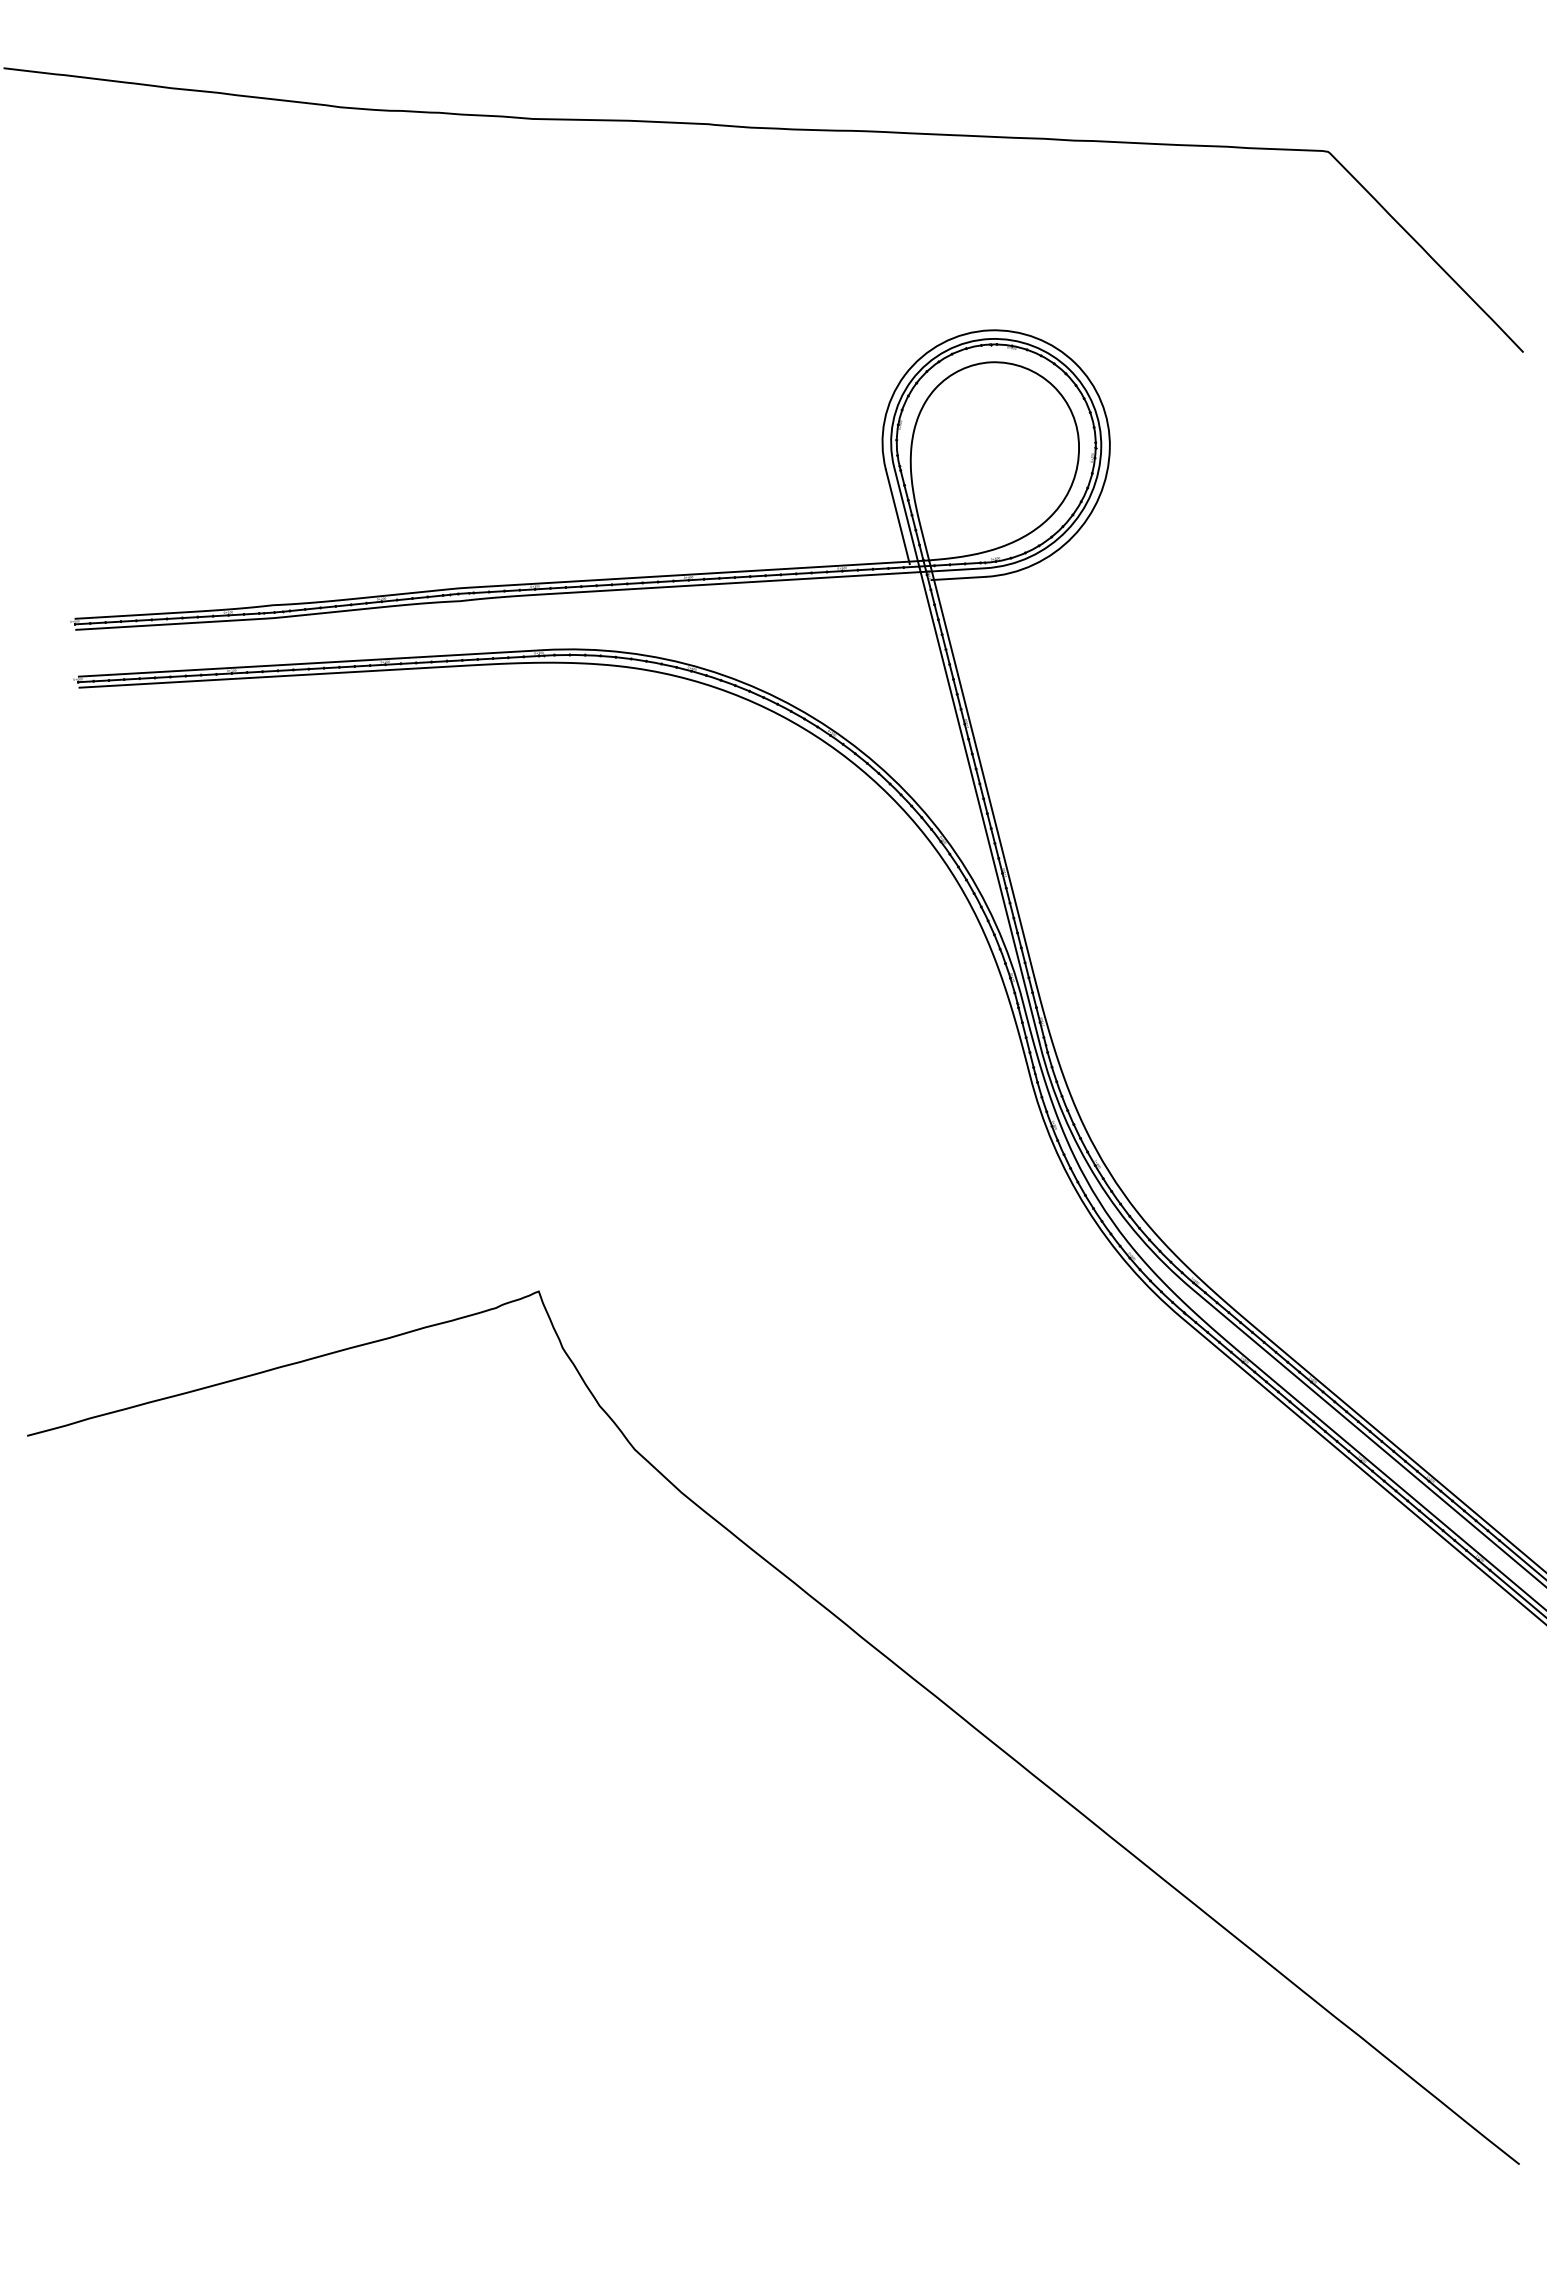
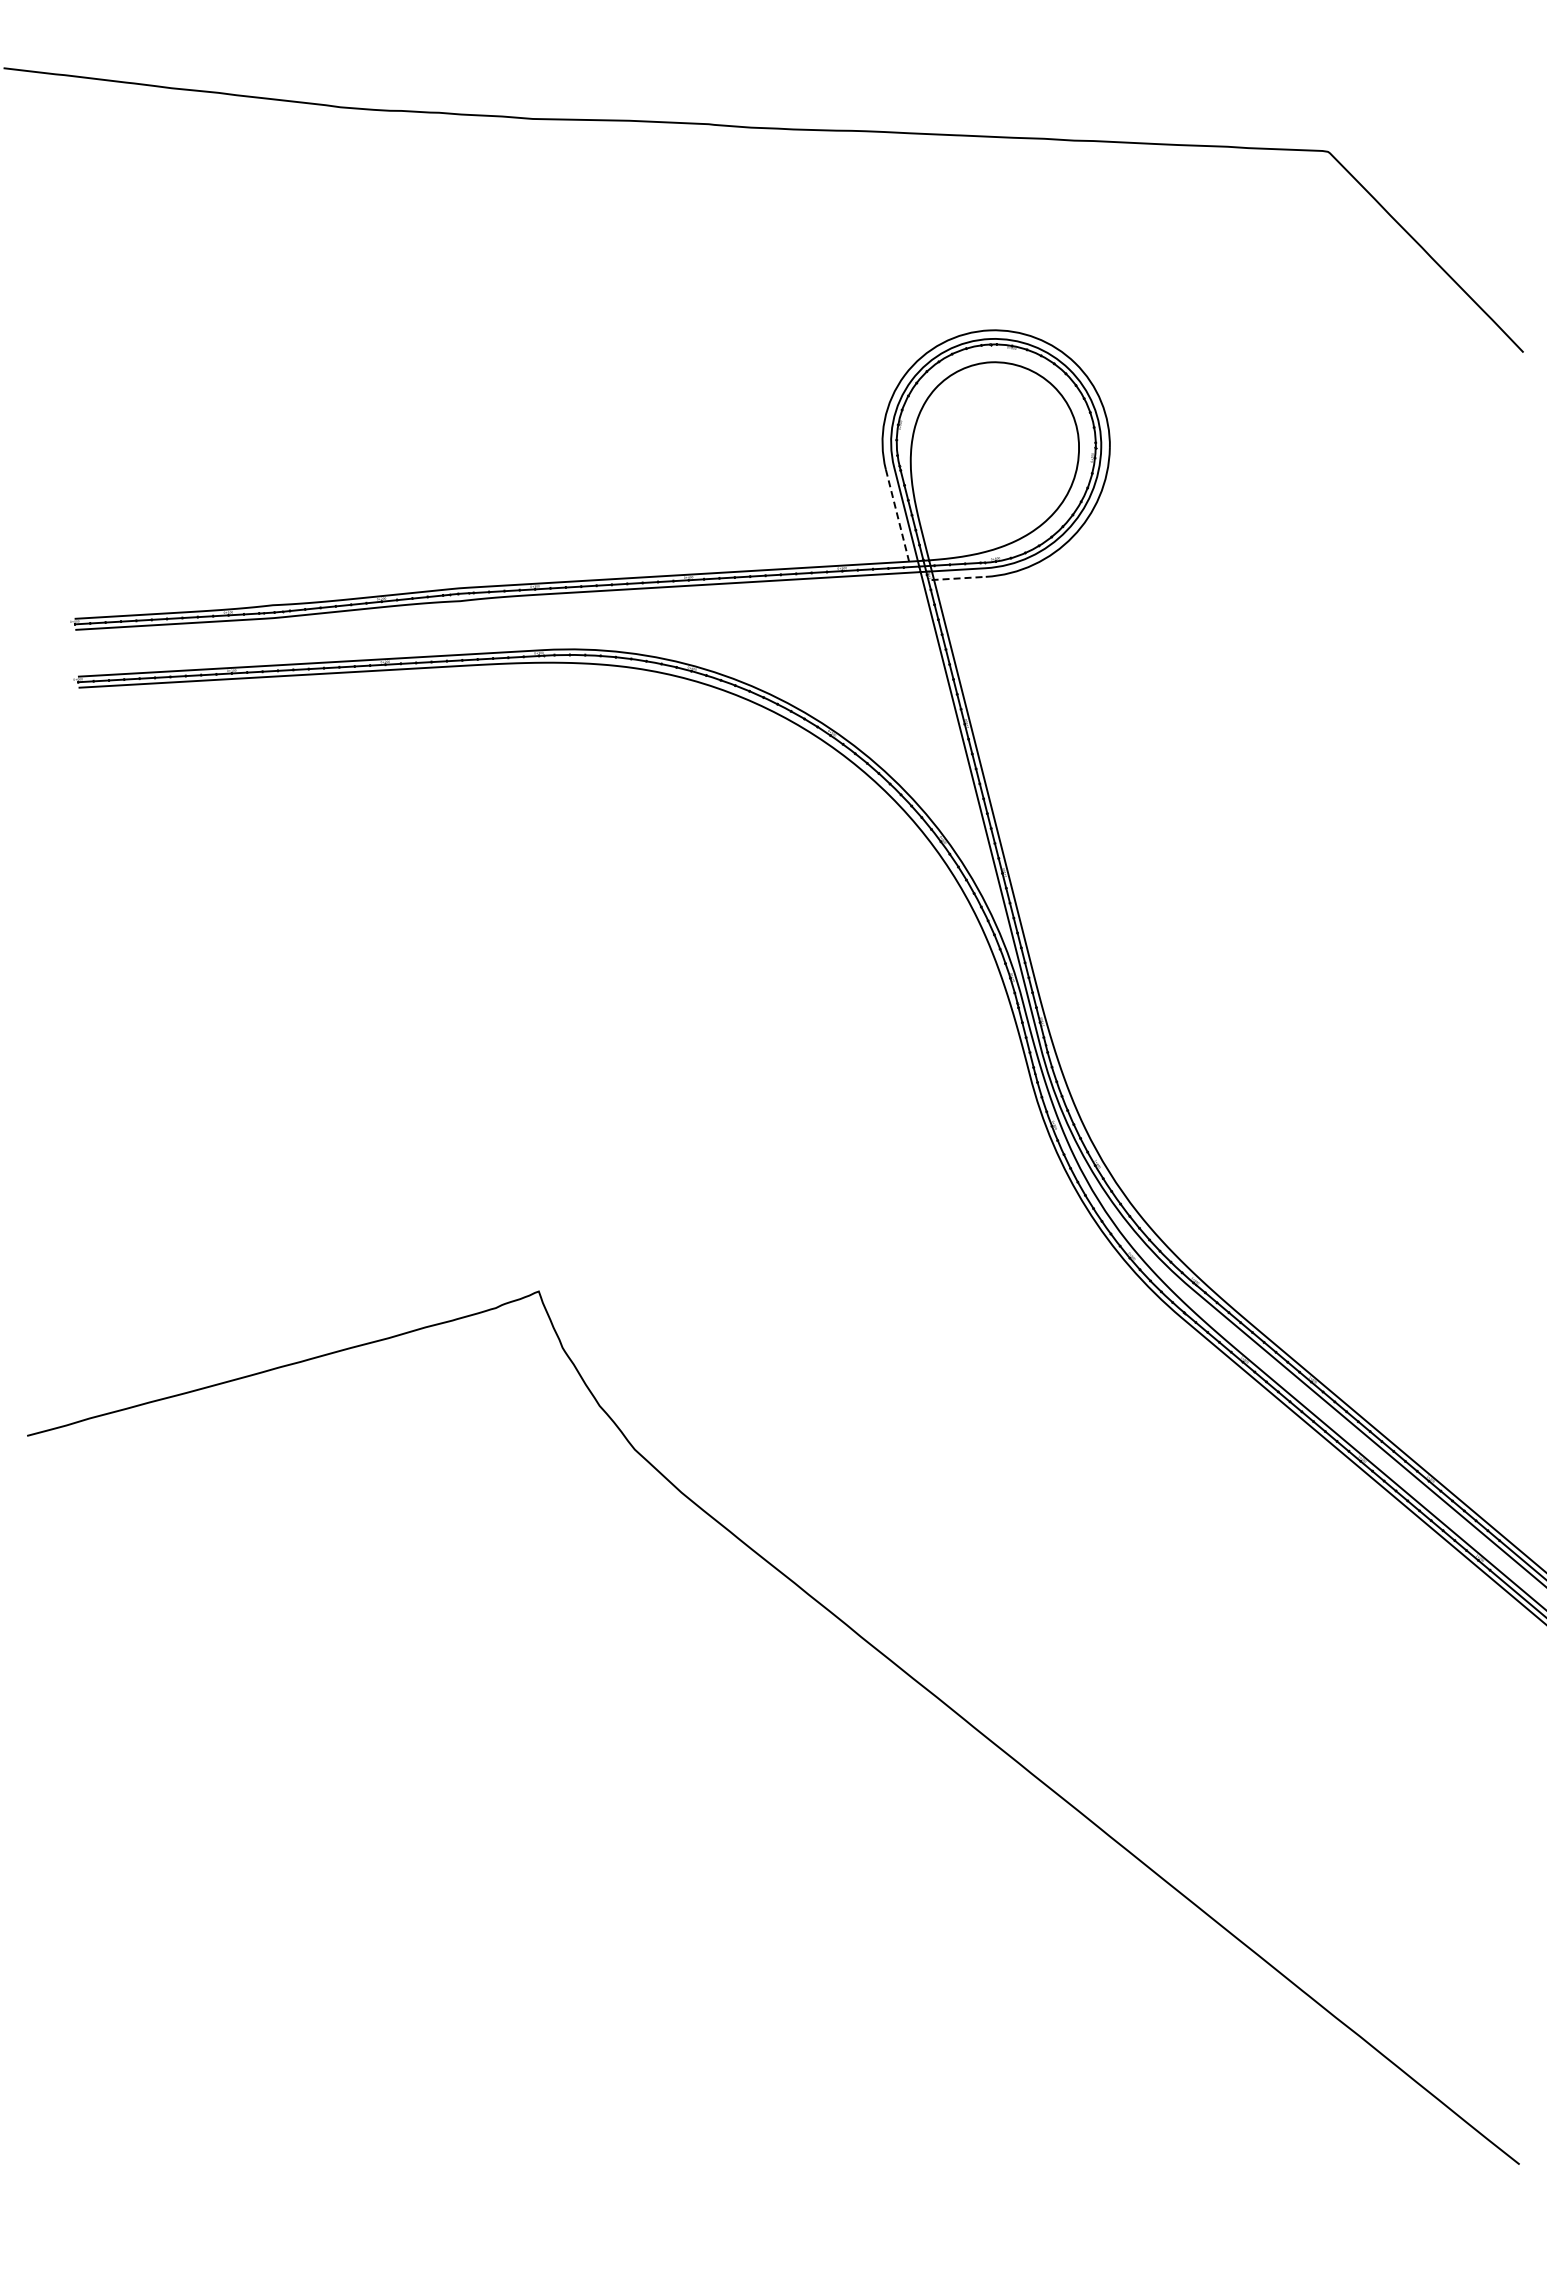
line at (897, 516): solid -> dashed
line at (959, 578): solid -> dashed
